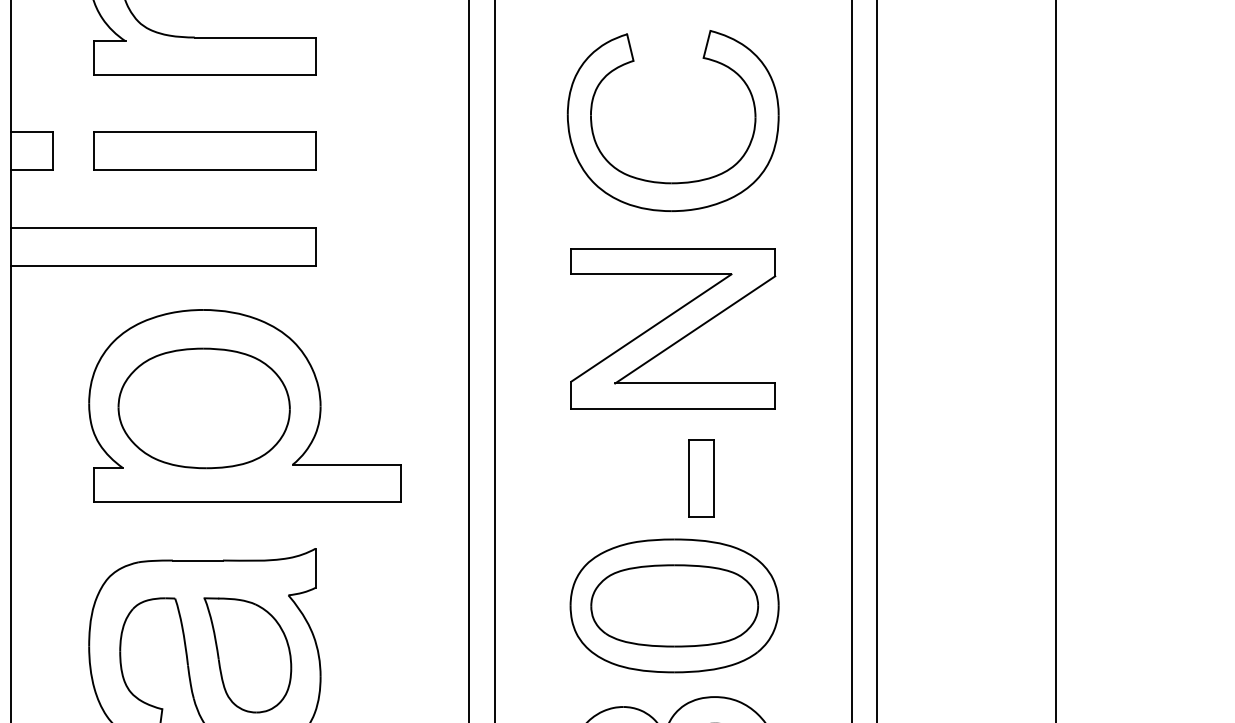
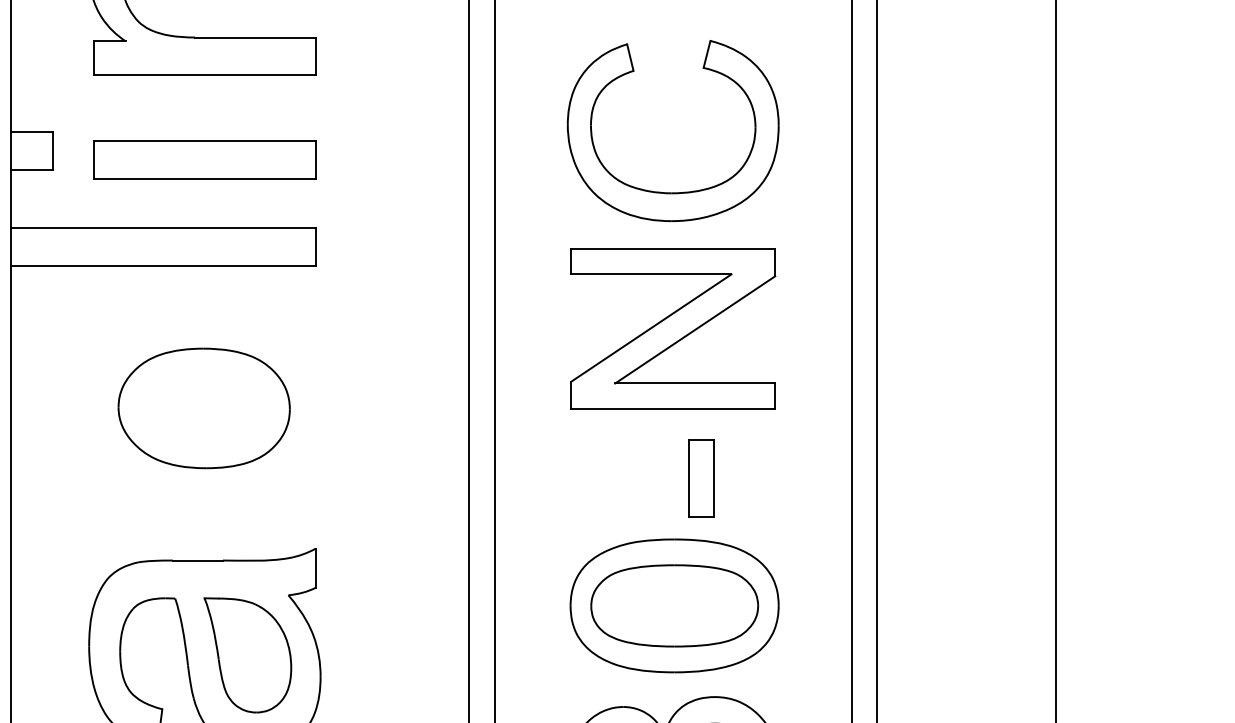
part at (204, 150) position: (204, 150) -> (204, 159)
part at (672, 182) position: (672, 182) -> (672, 192)
part at (244, 405): present -> none
